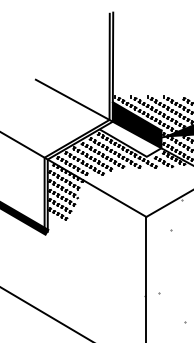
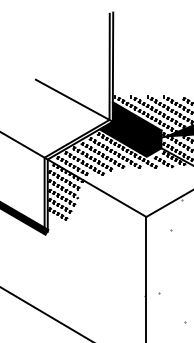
fill at (130, 138): none -> present
